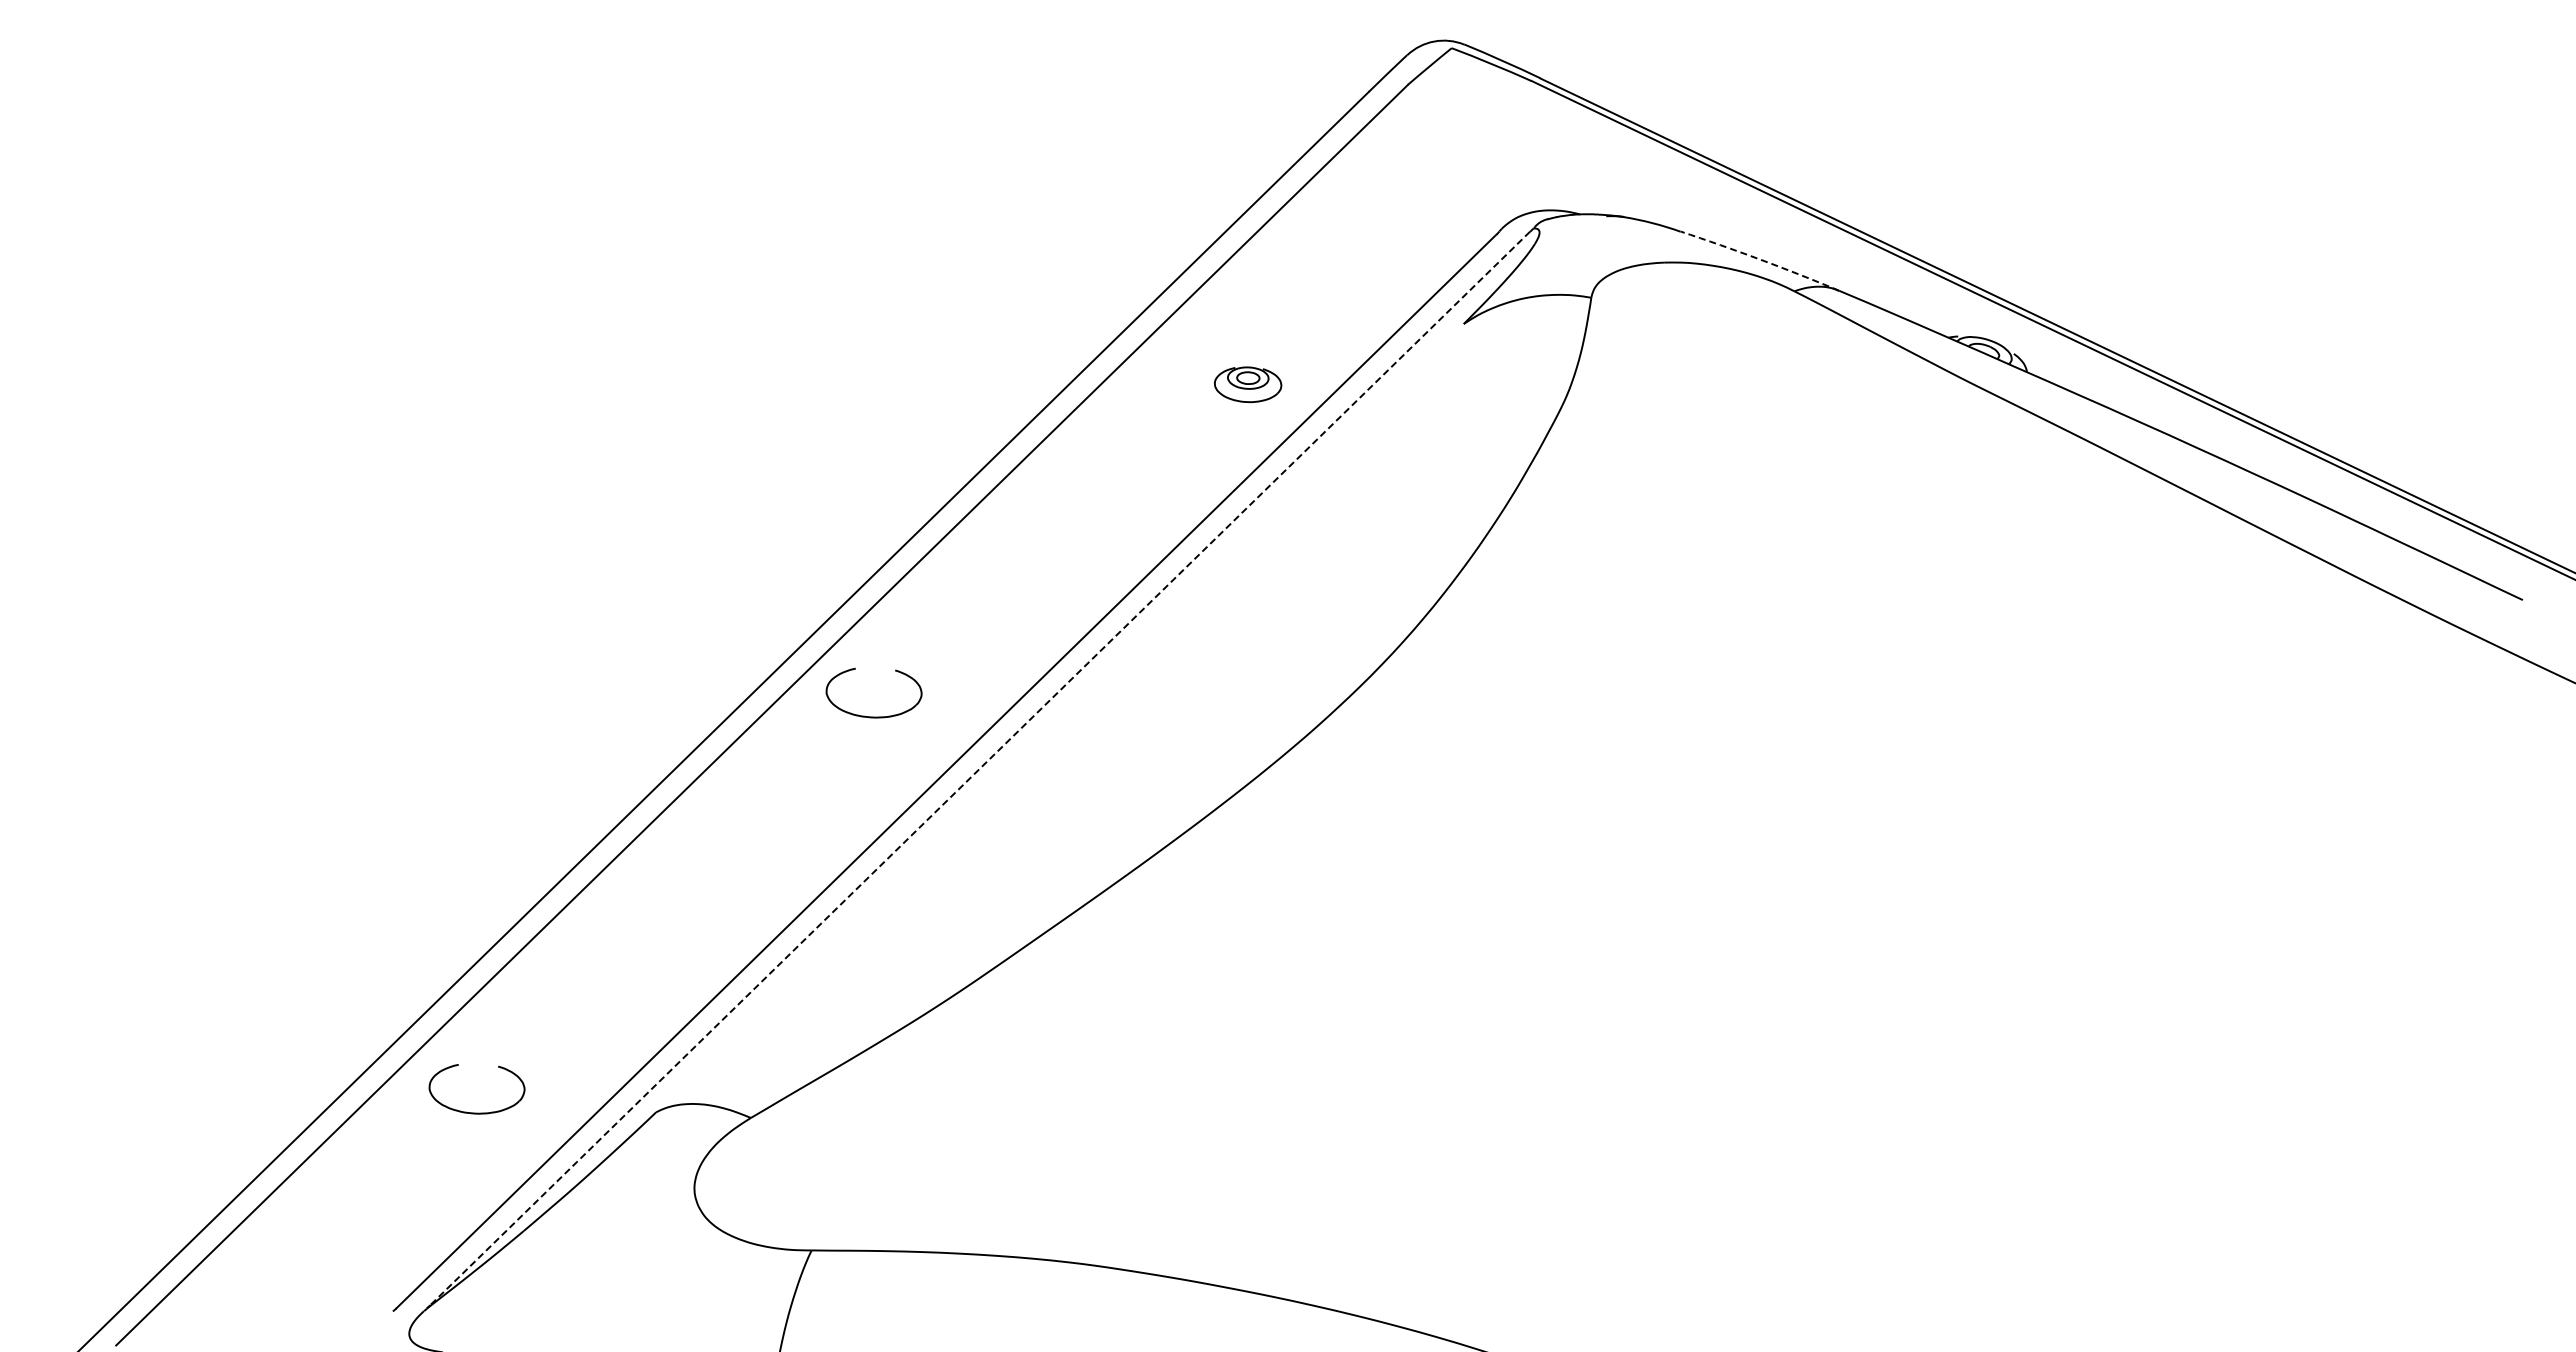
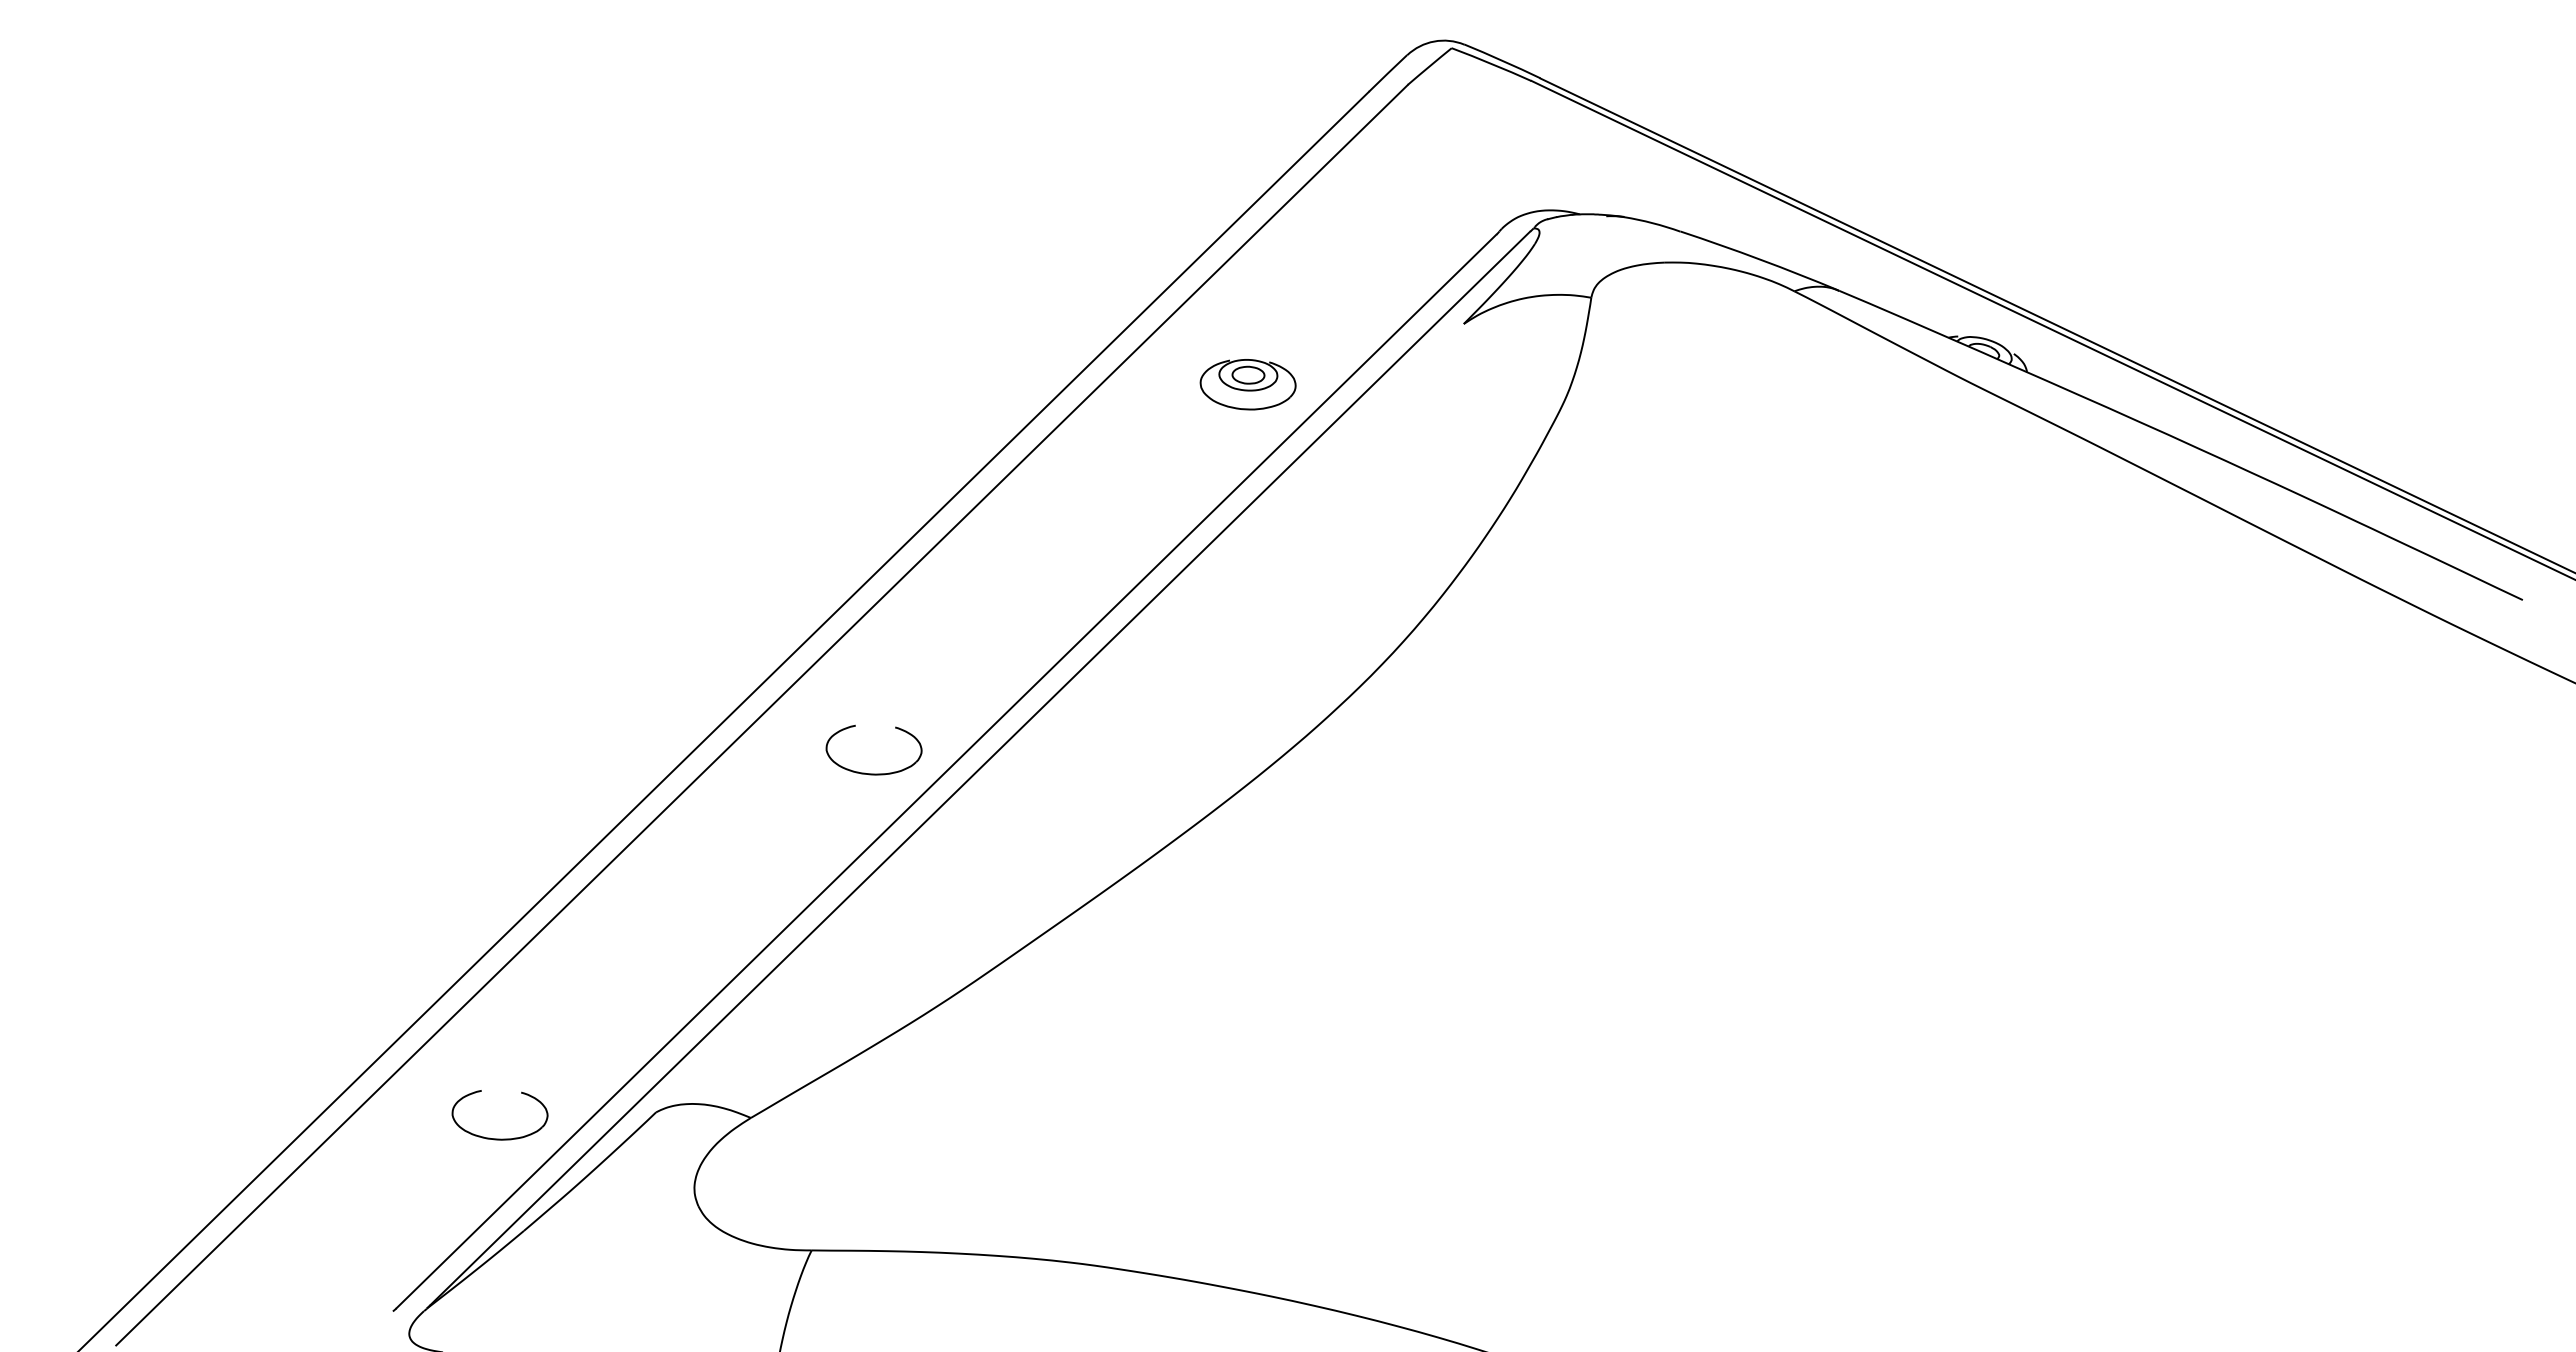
arc at (1760, 259): dashed -> solid
part at (1248, 384) size: 69x38 px -> 98x52 px
part at (873, 716) position: (873, 716) -> (873, 773)
line at (979, 768): dashed -> solid
part at (476, 1112) position: (476, 1112) -> (499, 1138)
